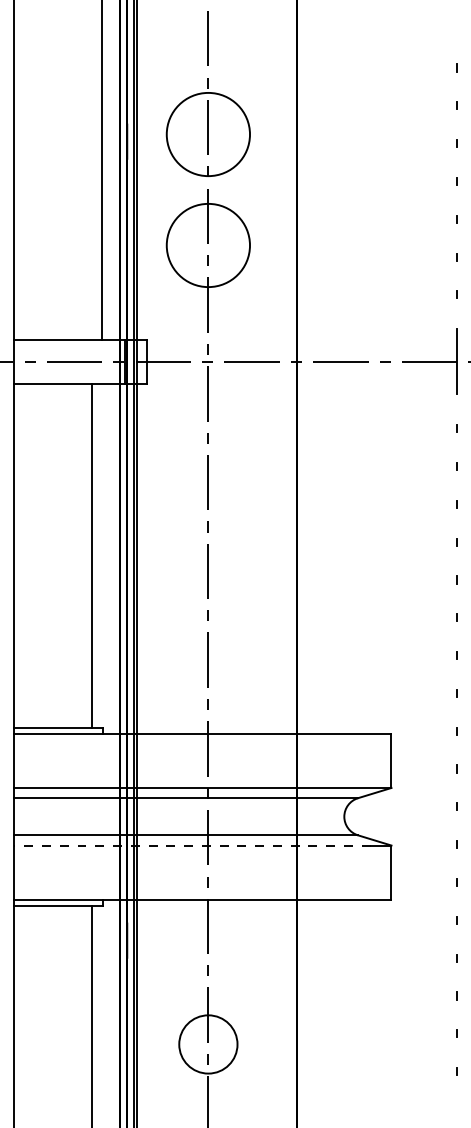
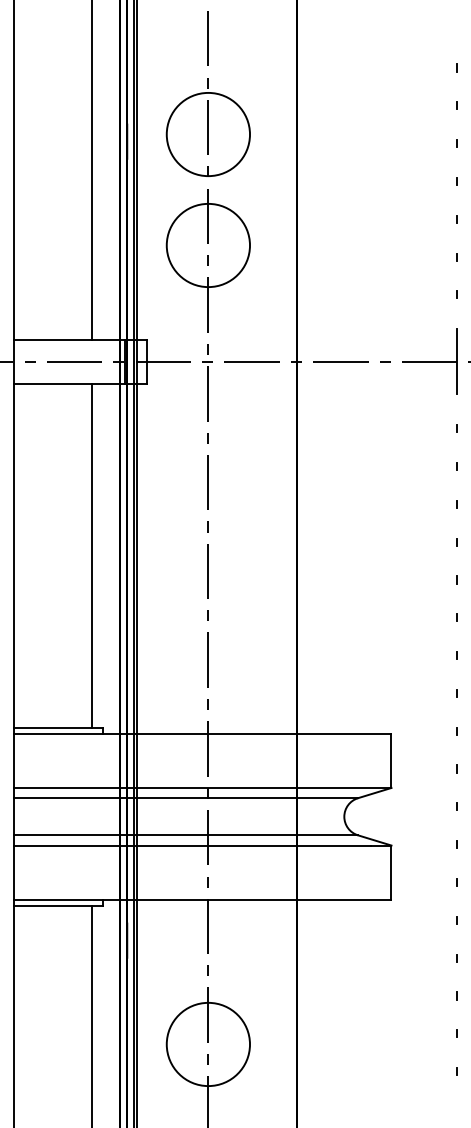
line at (101, 170) position: (101, 170) -> (91, 170)
line at (191, 845): dashed -> solid
circle at (208, 1044) diameter: 58 px -> 83 px
